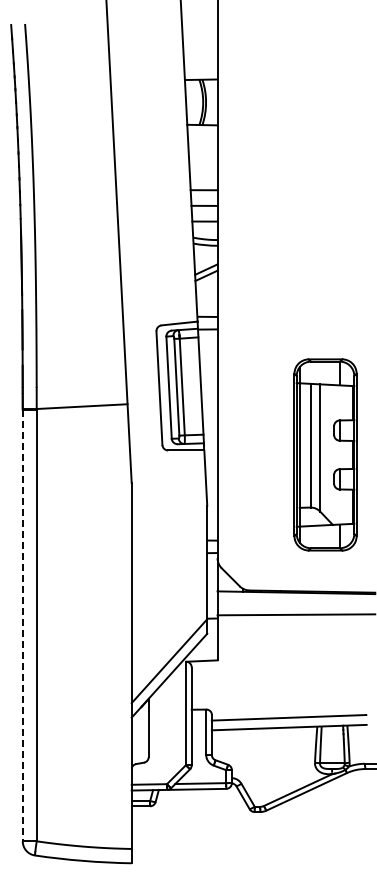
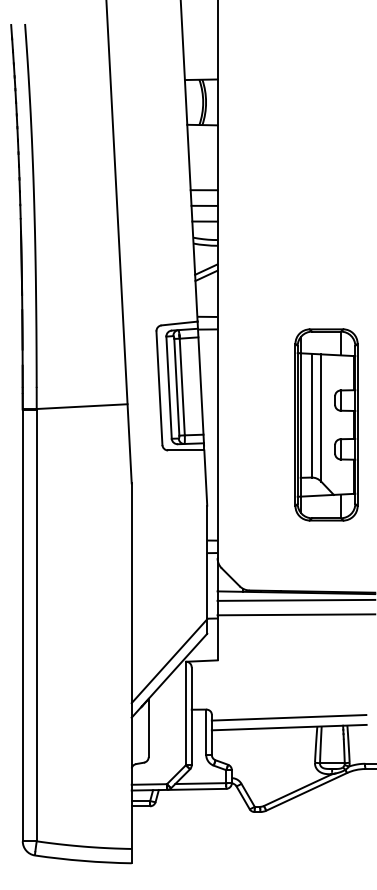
part at (325, 454) position: (325, 454) -> (326, 424)
line at (295, 599): none -> present
line at (22, 625): dashed -> solid
